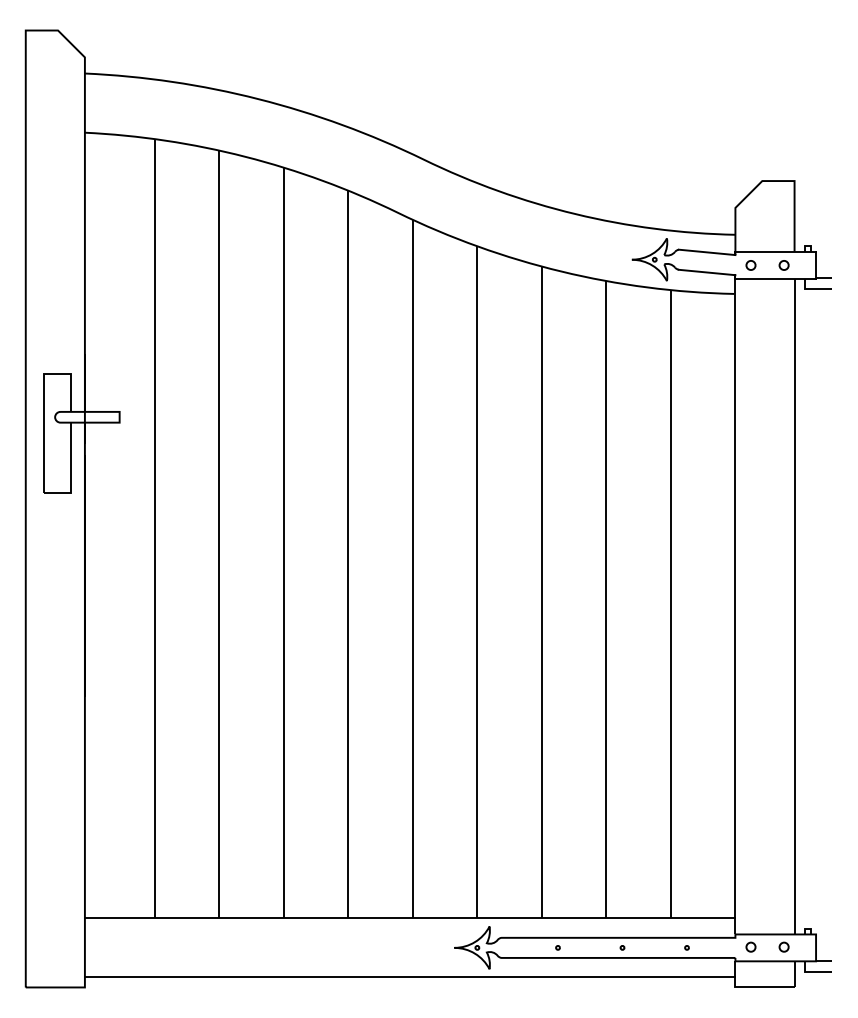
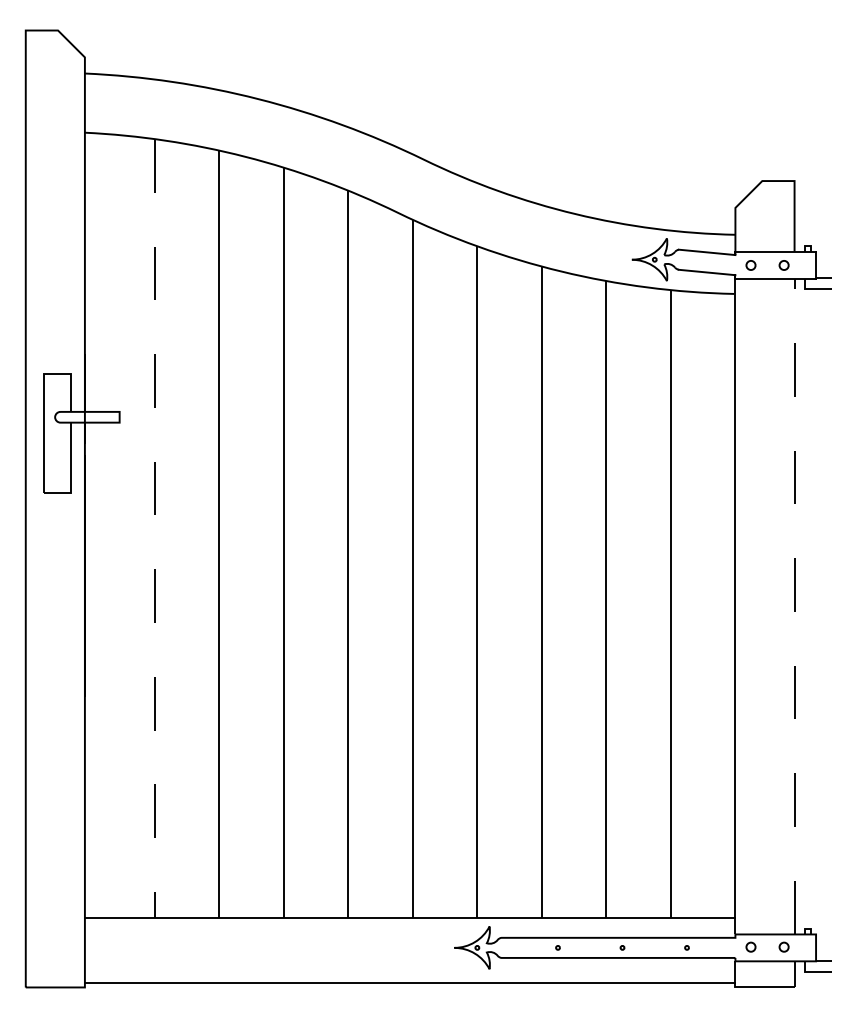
line at (154, 528): solid -> dashed
line at (794, 606): solid -> dashed
line at (409, 976) position: (409, 976) -> (409, 982)
